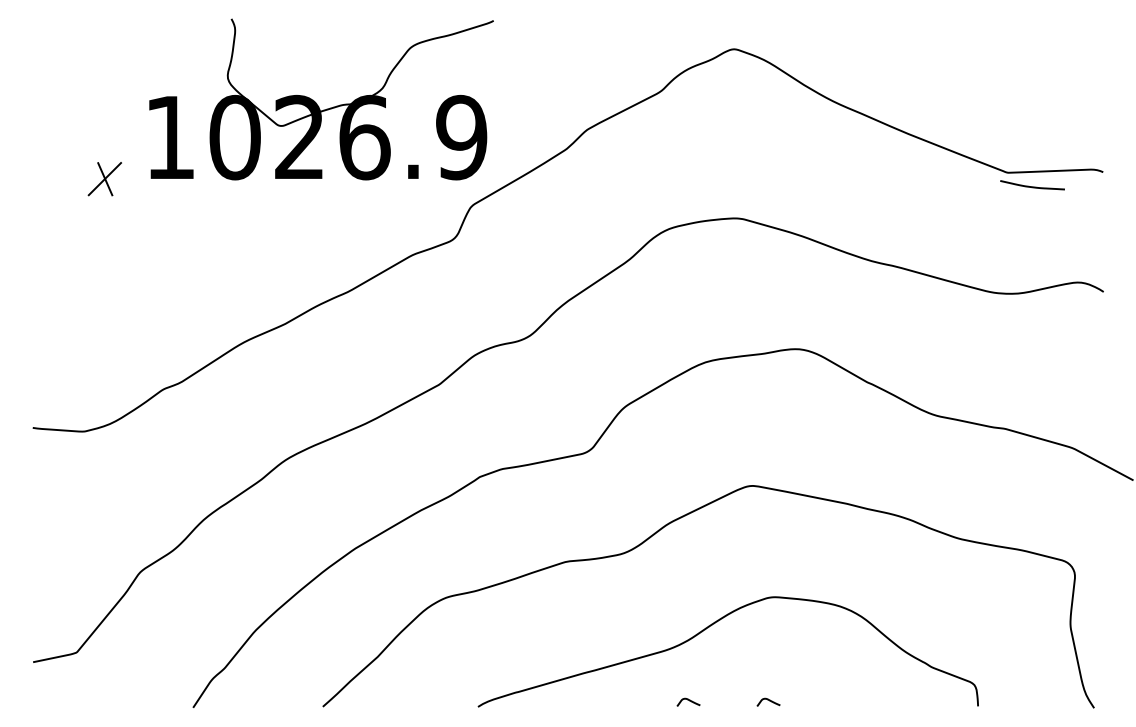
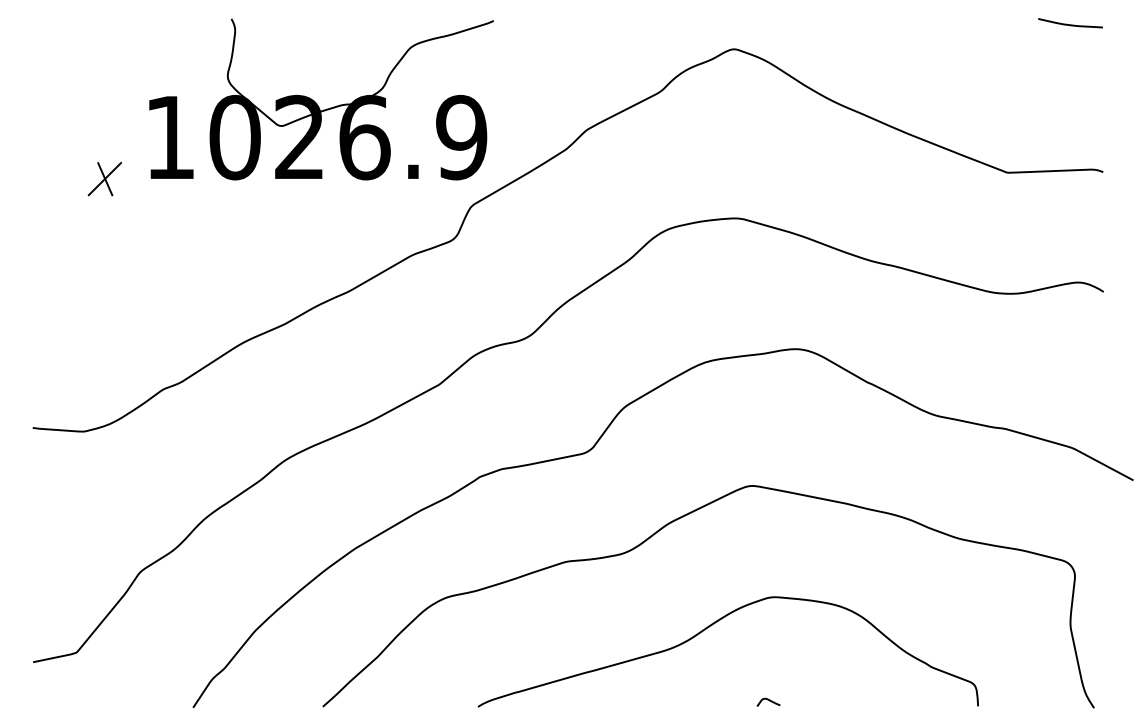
curve at (1032, 186) position: (1032, 186) -> (1070, 24)
curve at (688, 700): present -> none
